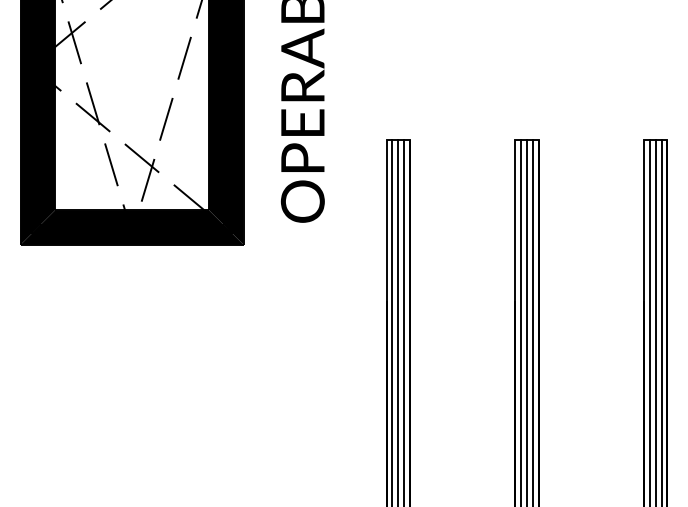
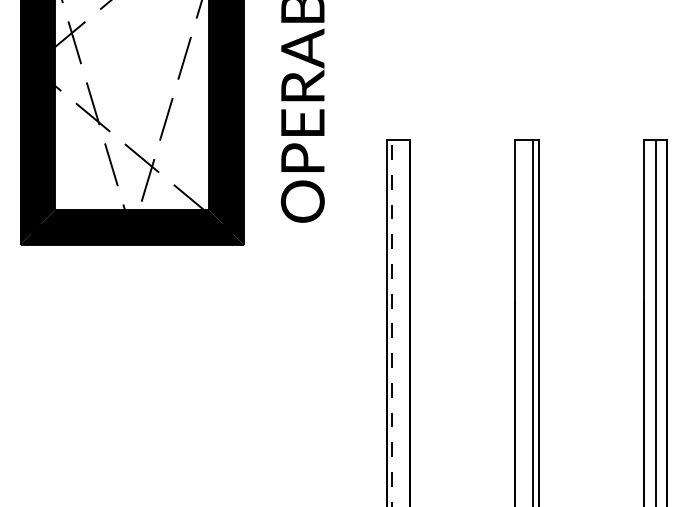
line at (398, 321): present -> none
line at (404, 321): present -> none
line at (521, 321): present -> none
line at (526, 321): present -> none
line at (649, 321): present -> none
line at (661, 321): present -> none
line at (392, 322): solid -> dashed
